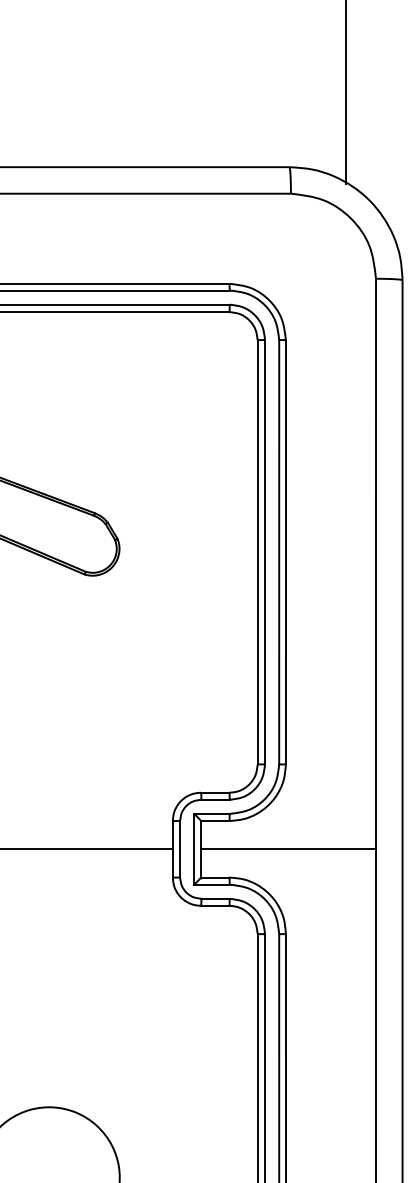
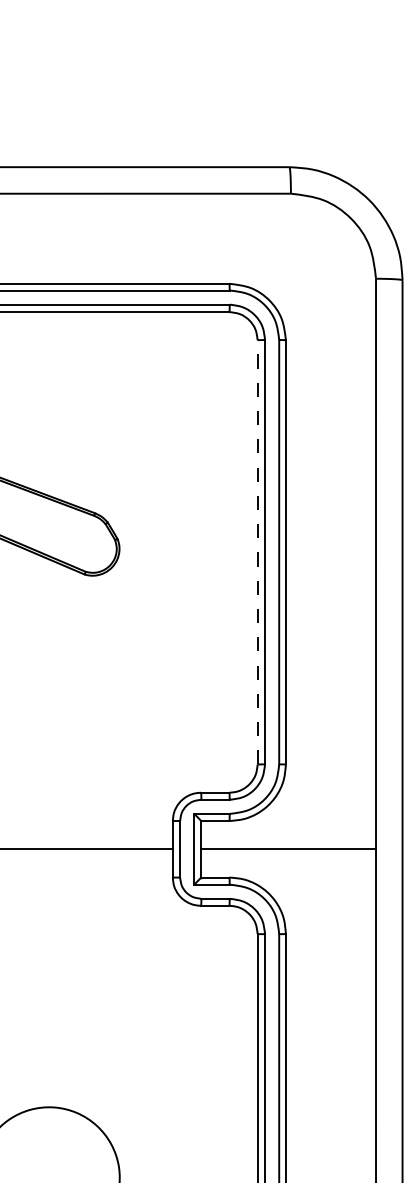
line at (346, 93): present -> none
line at (257, 551): solid -> dashed
